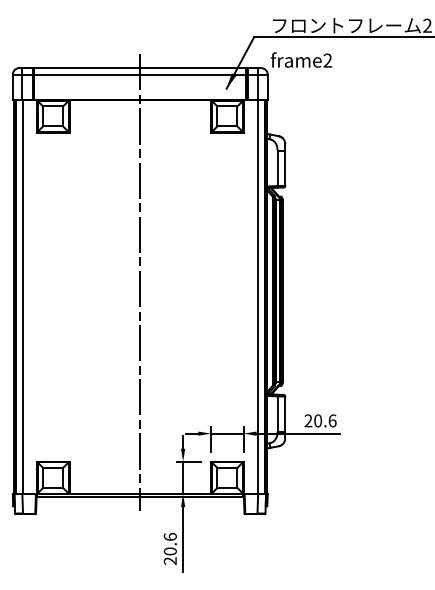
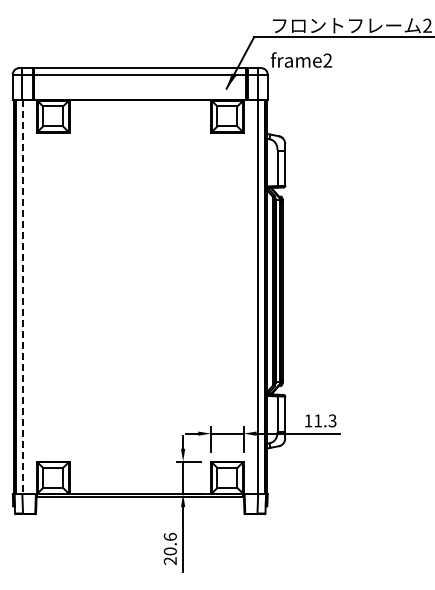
line at (140, 282): present -> none
line at (22, 297): solid -> dashed
text at (320, 420): 20.6 -> 11.3
